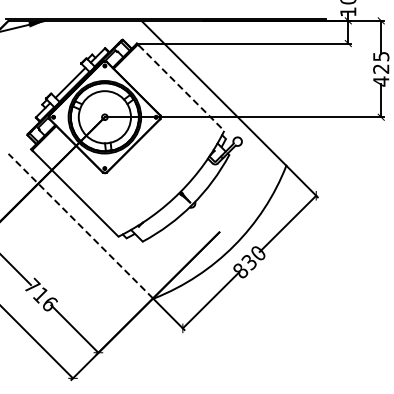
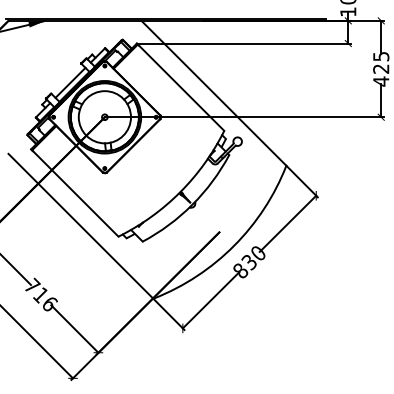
line at (181, 88): dashed -> solid
line at (80, 225): dashed -> solid
